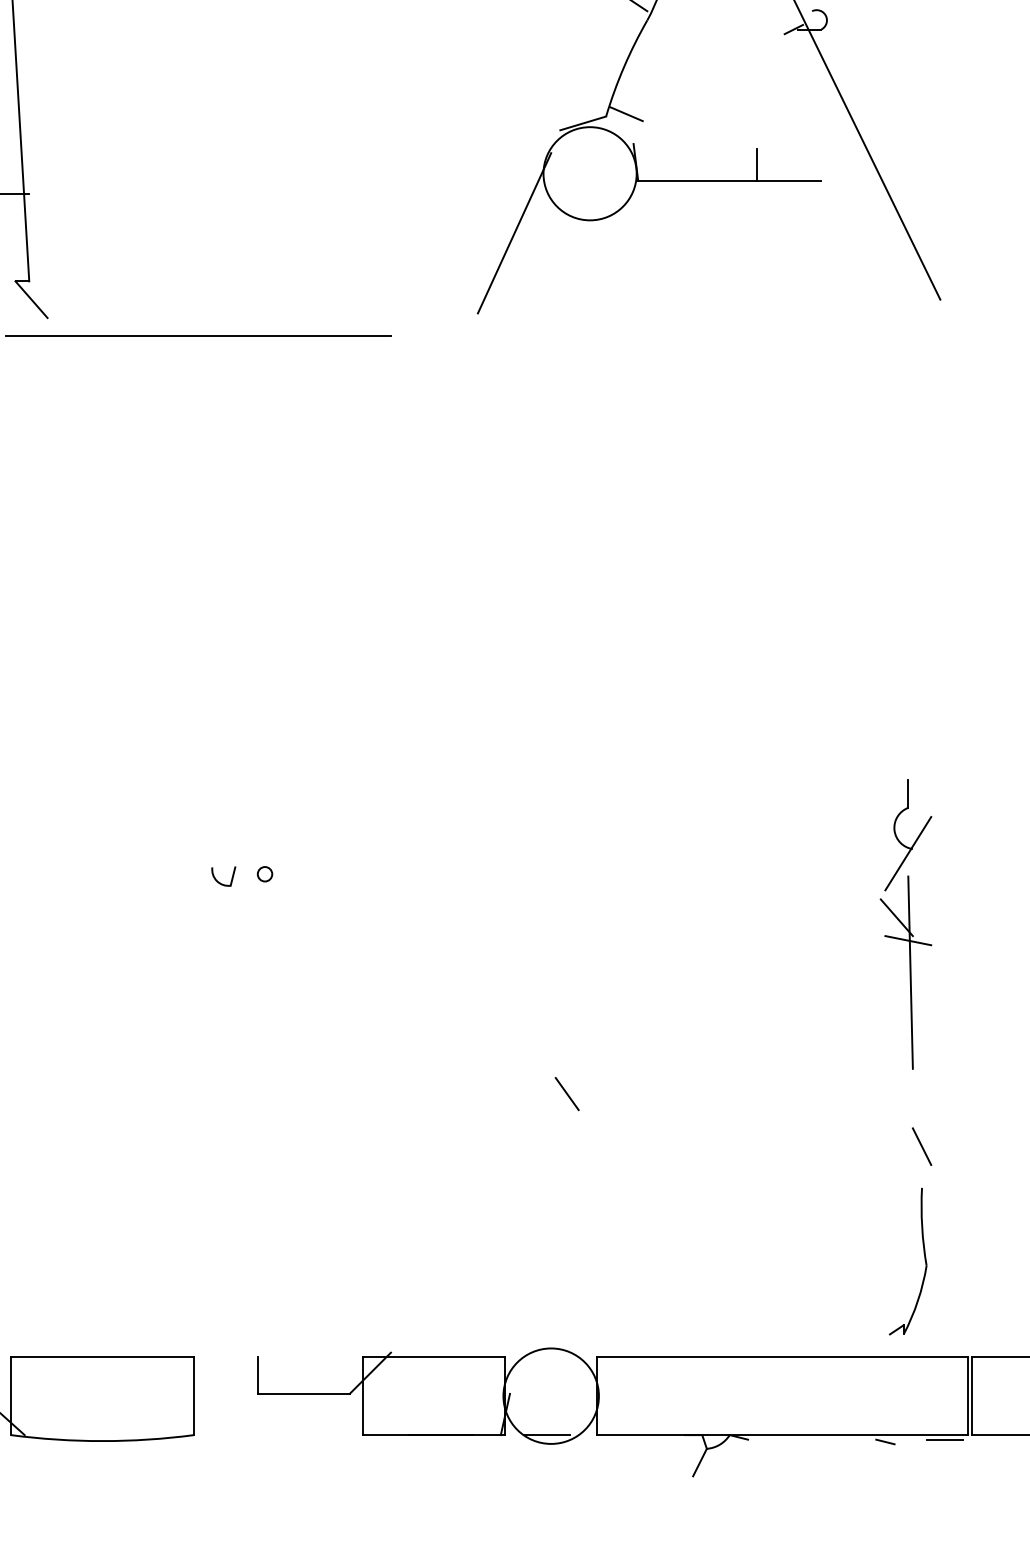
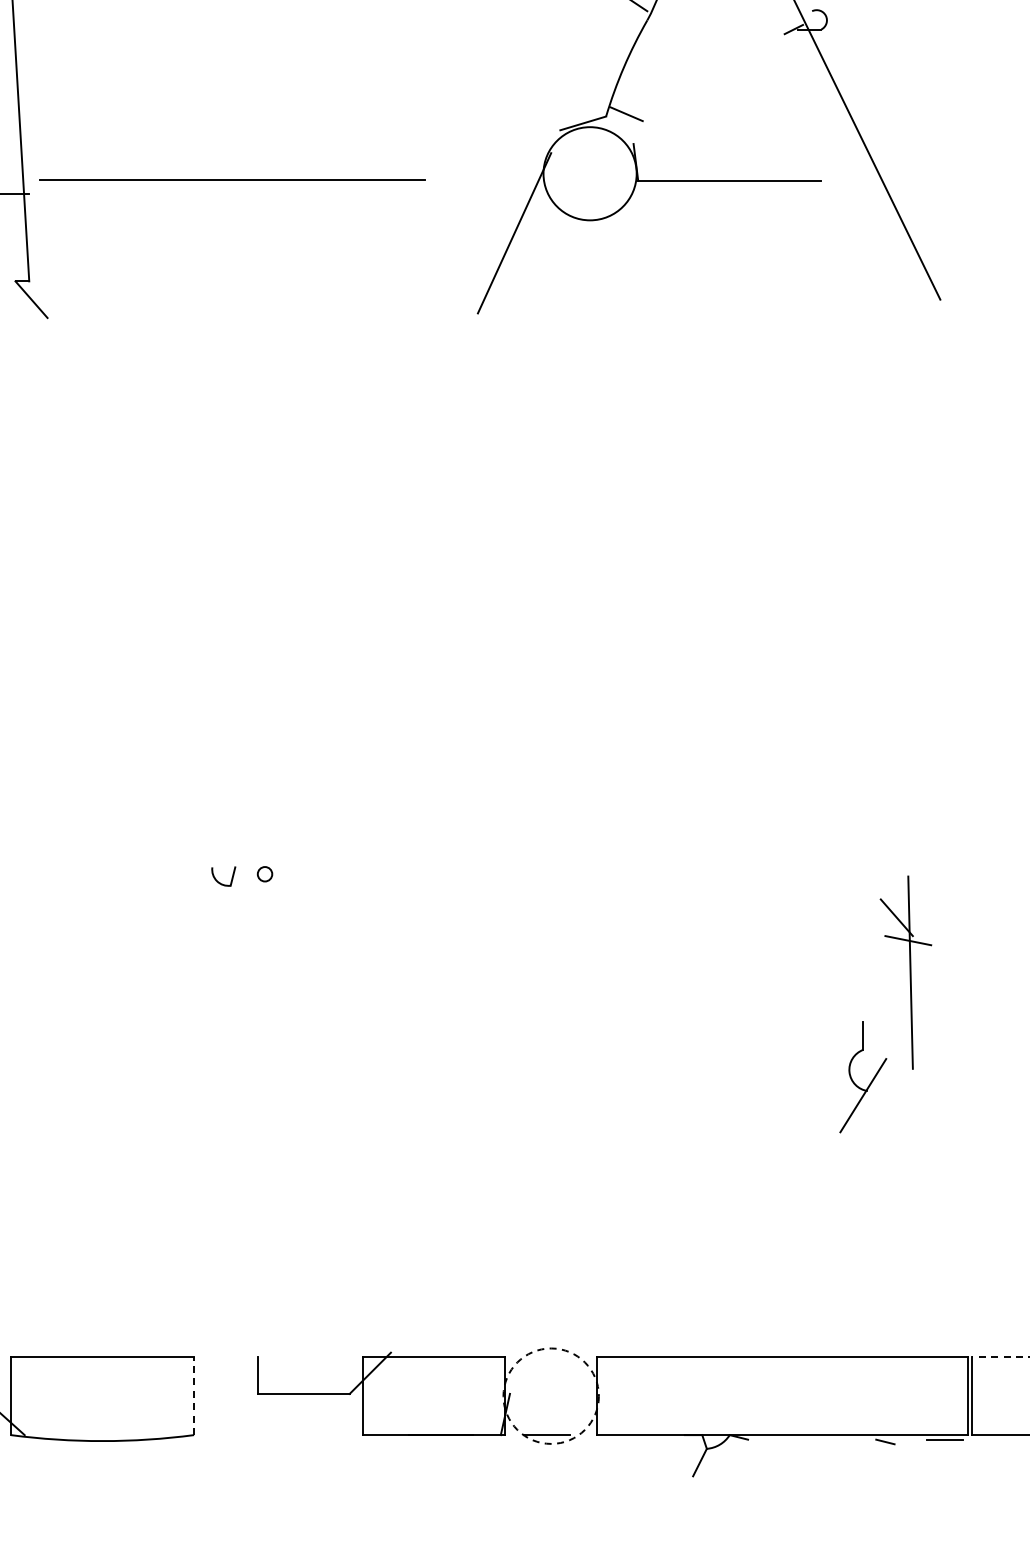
line at (757, 164): present -> none
line at (198, 335) position: (198, 335) -> (232, 179)
part at (914, 841) position: (914, 841) -> (869, 1083)
line at (566, 1094): present -> none
line at (921, 1146): present -> none
part at (924, 1260): present -> none
line at (1000, 1357): solid -> dashed
circle at (550, 1395): solid -> dashed
line at (194, 1396): solid -> dashed
